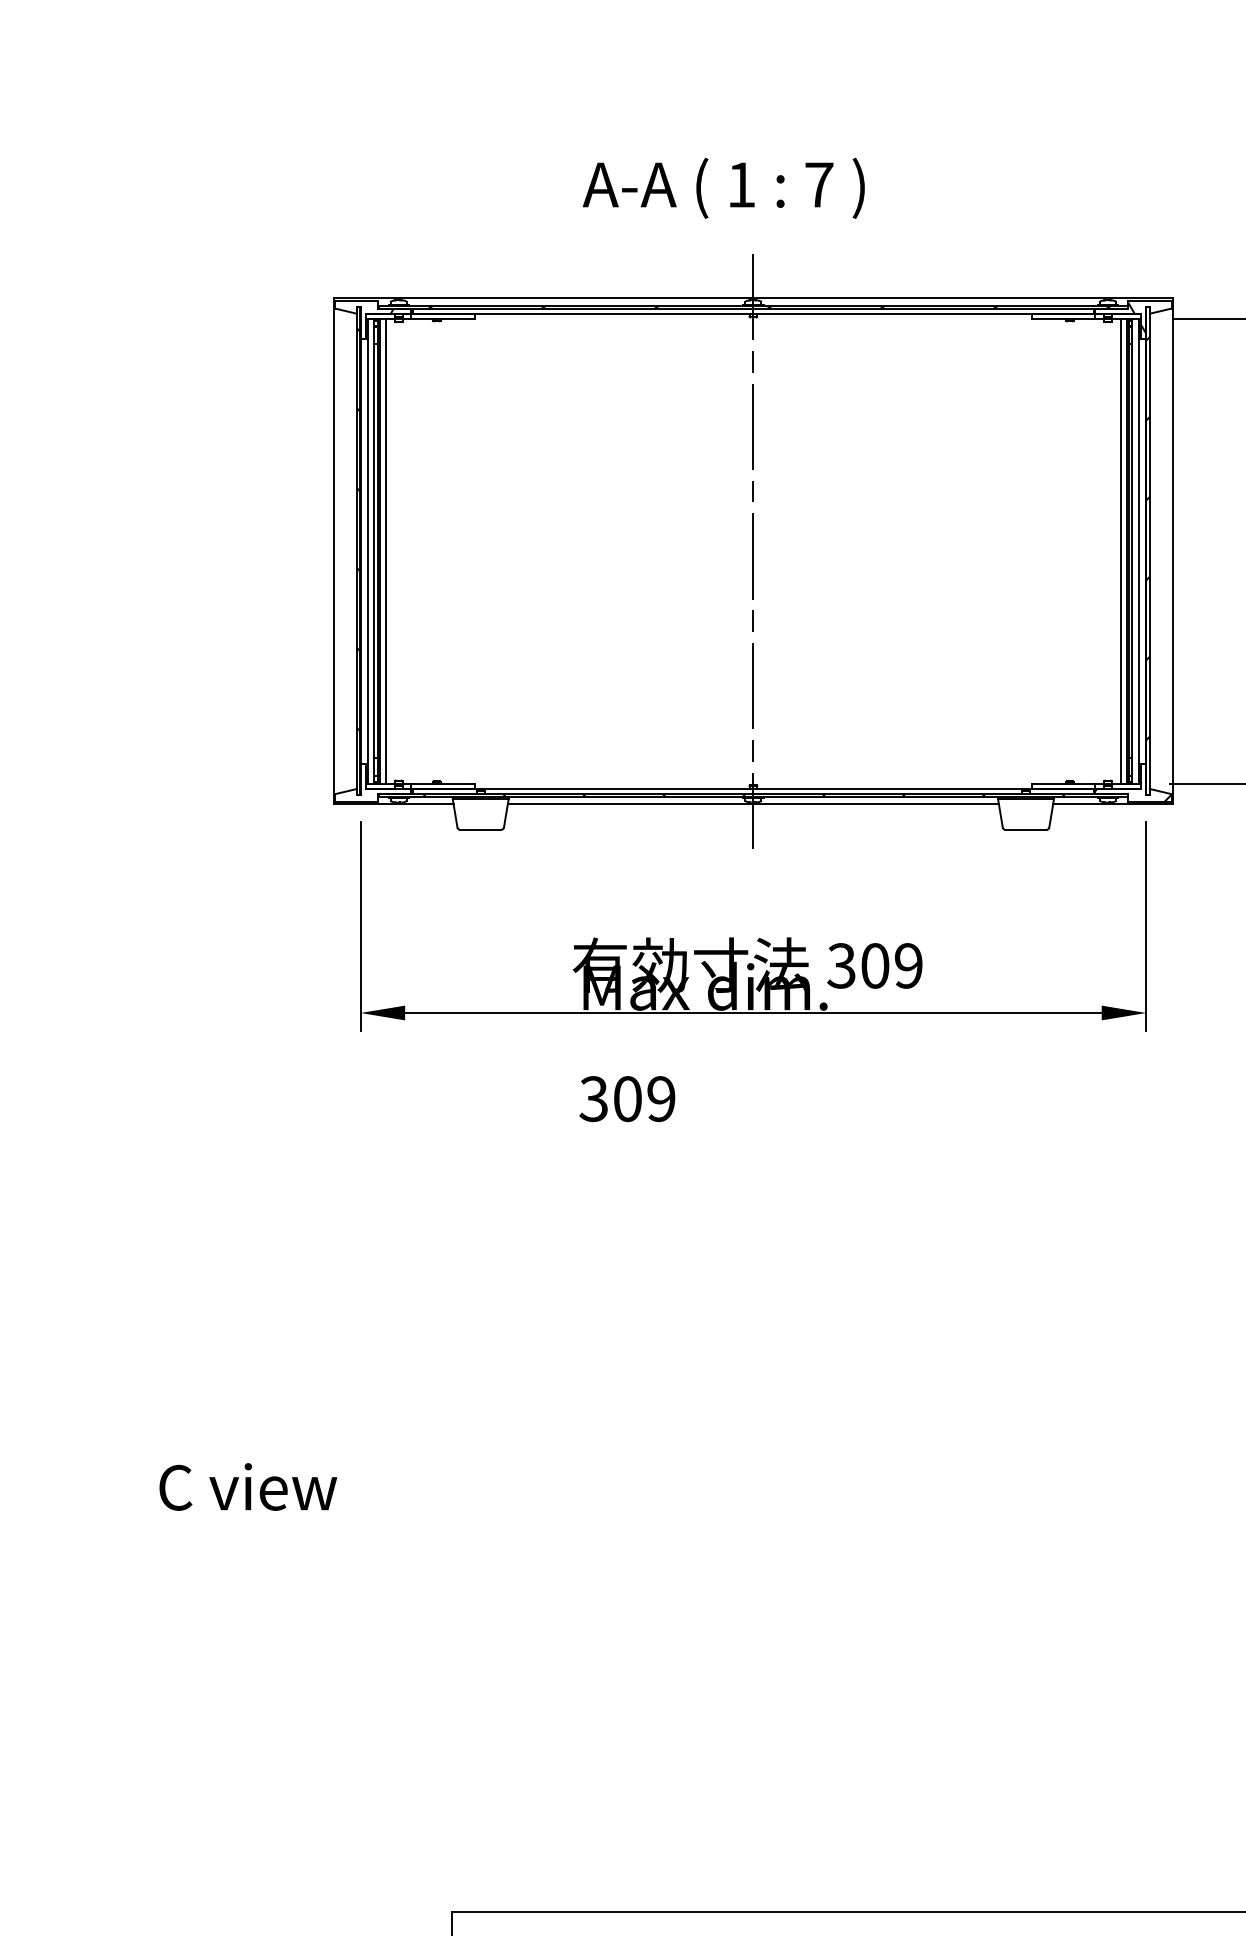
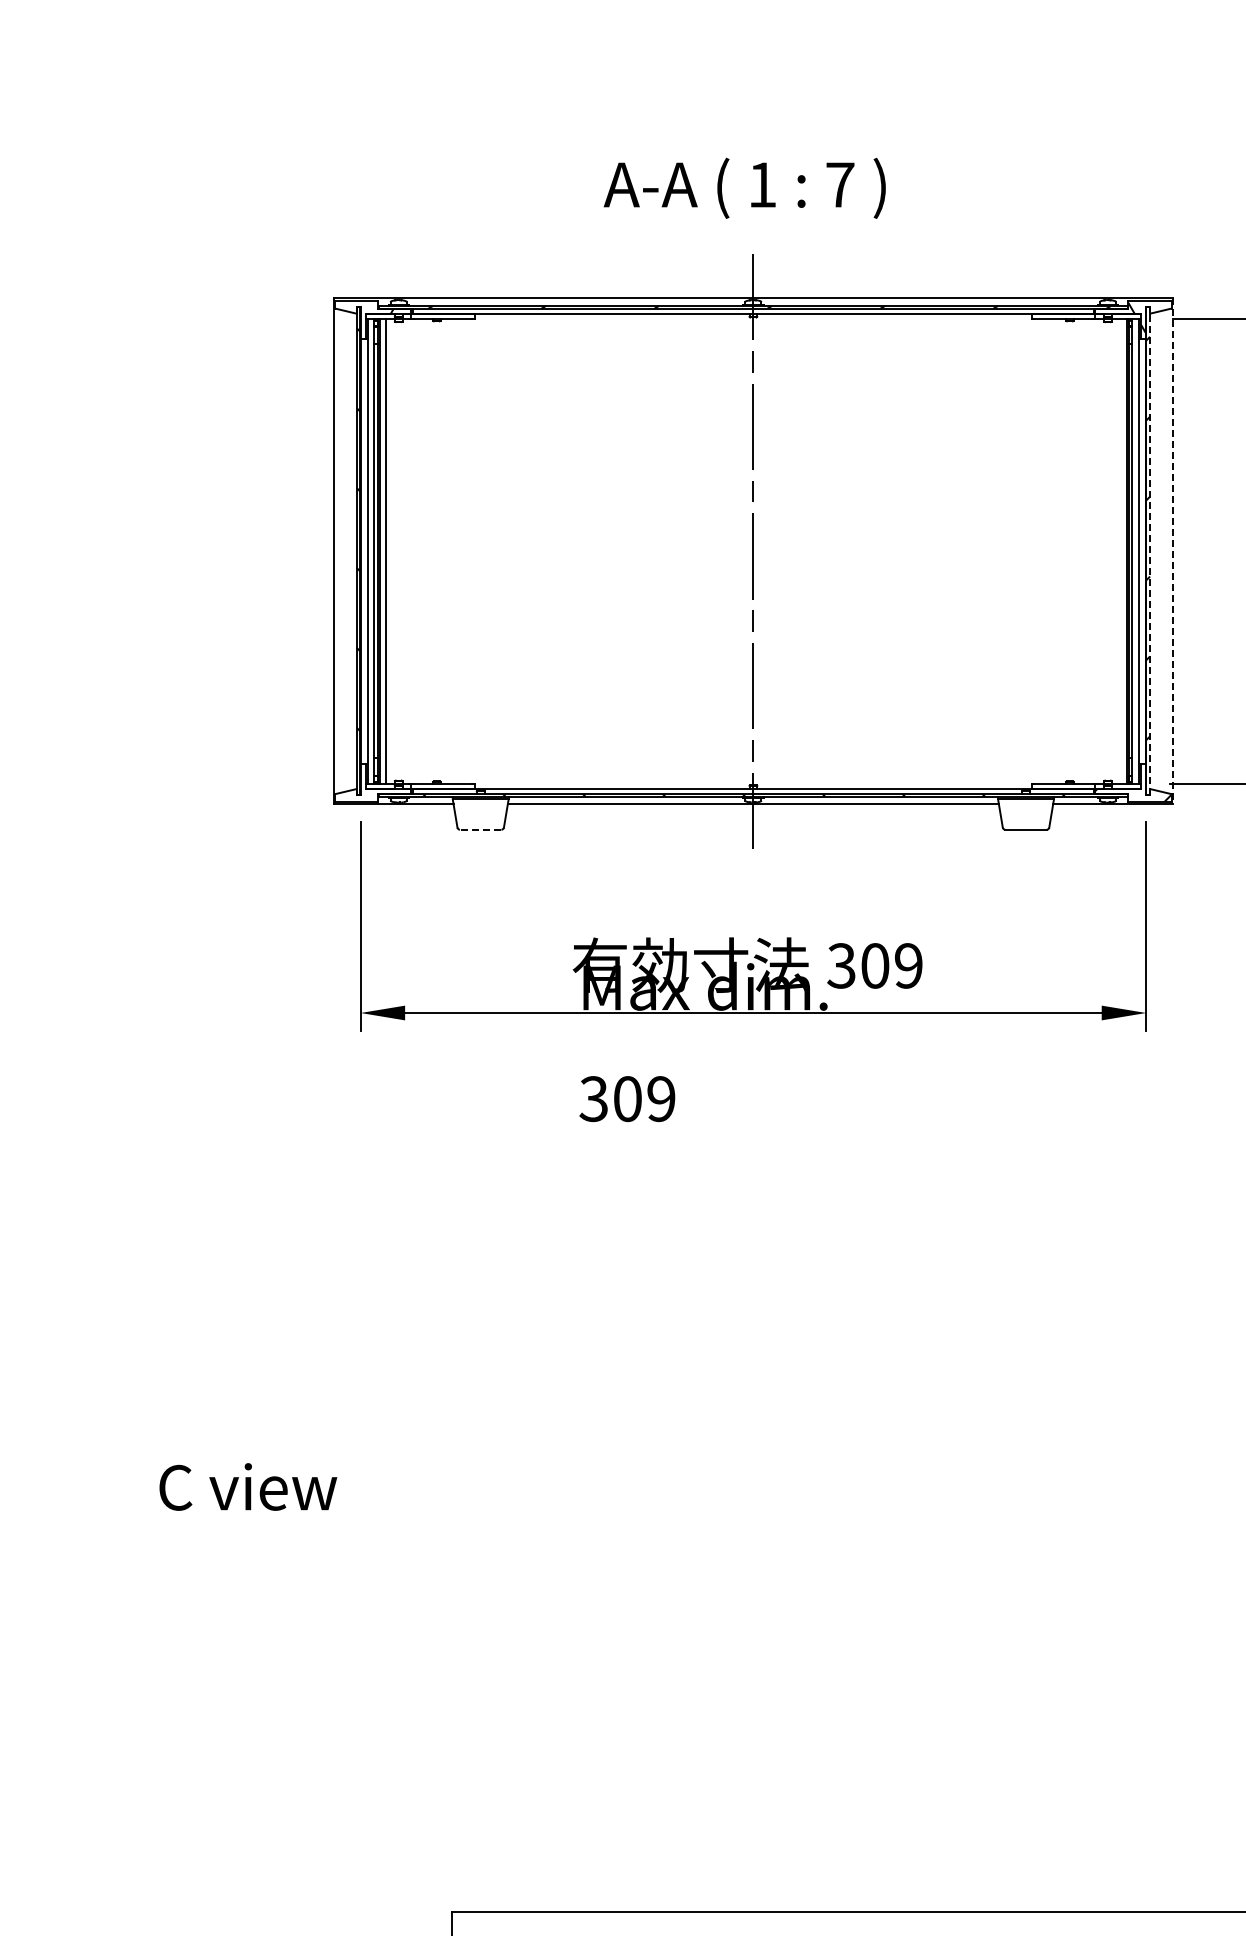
text at (723, 187) position: (723, 187) -> (744, 187)
line at (1150, 550): solid -> dashed
line at (1120, 551): present -> none
line at (1172, 551): solid -> dashed
line at (480, 829): solid -> dashed
